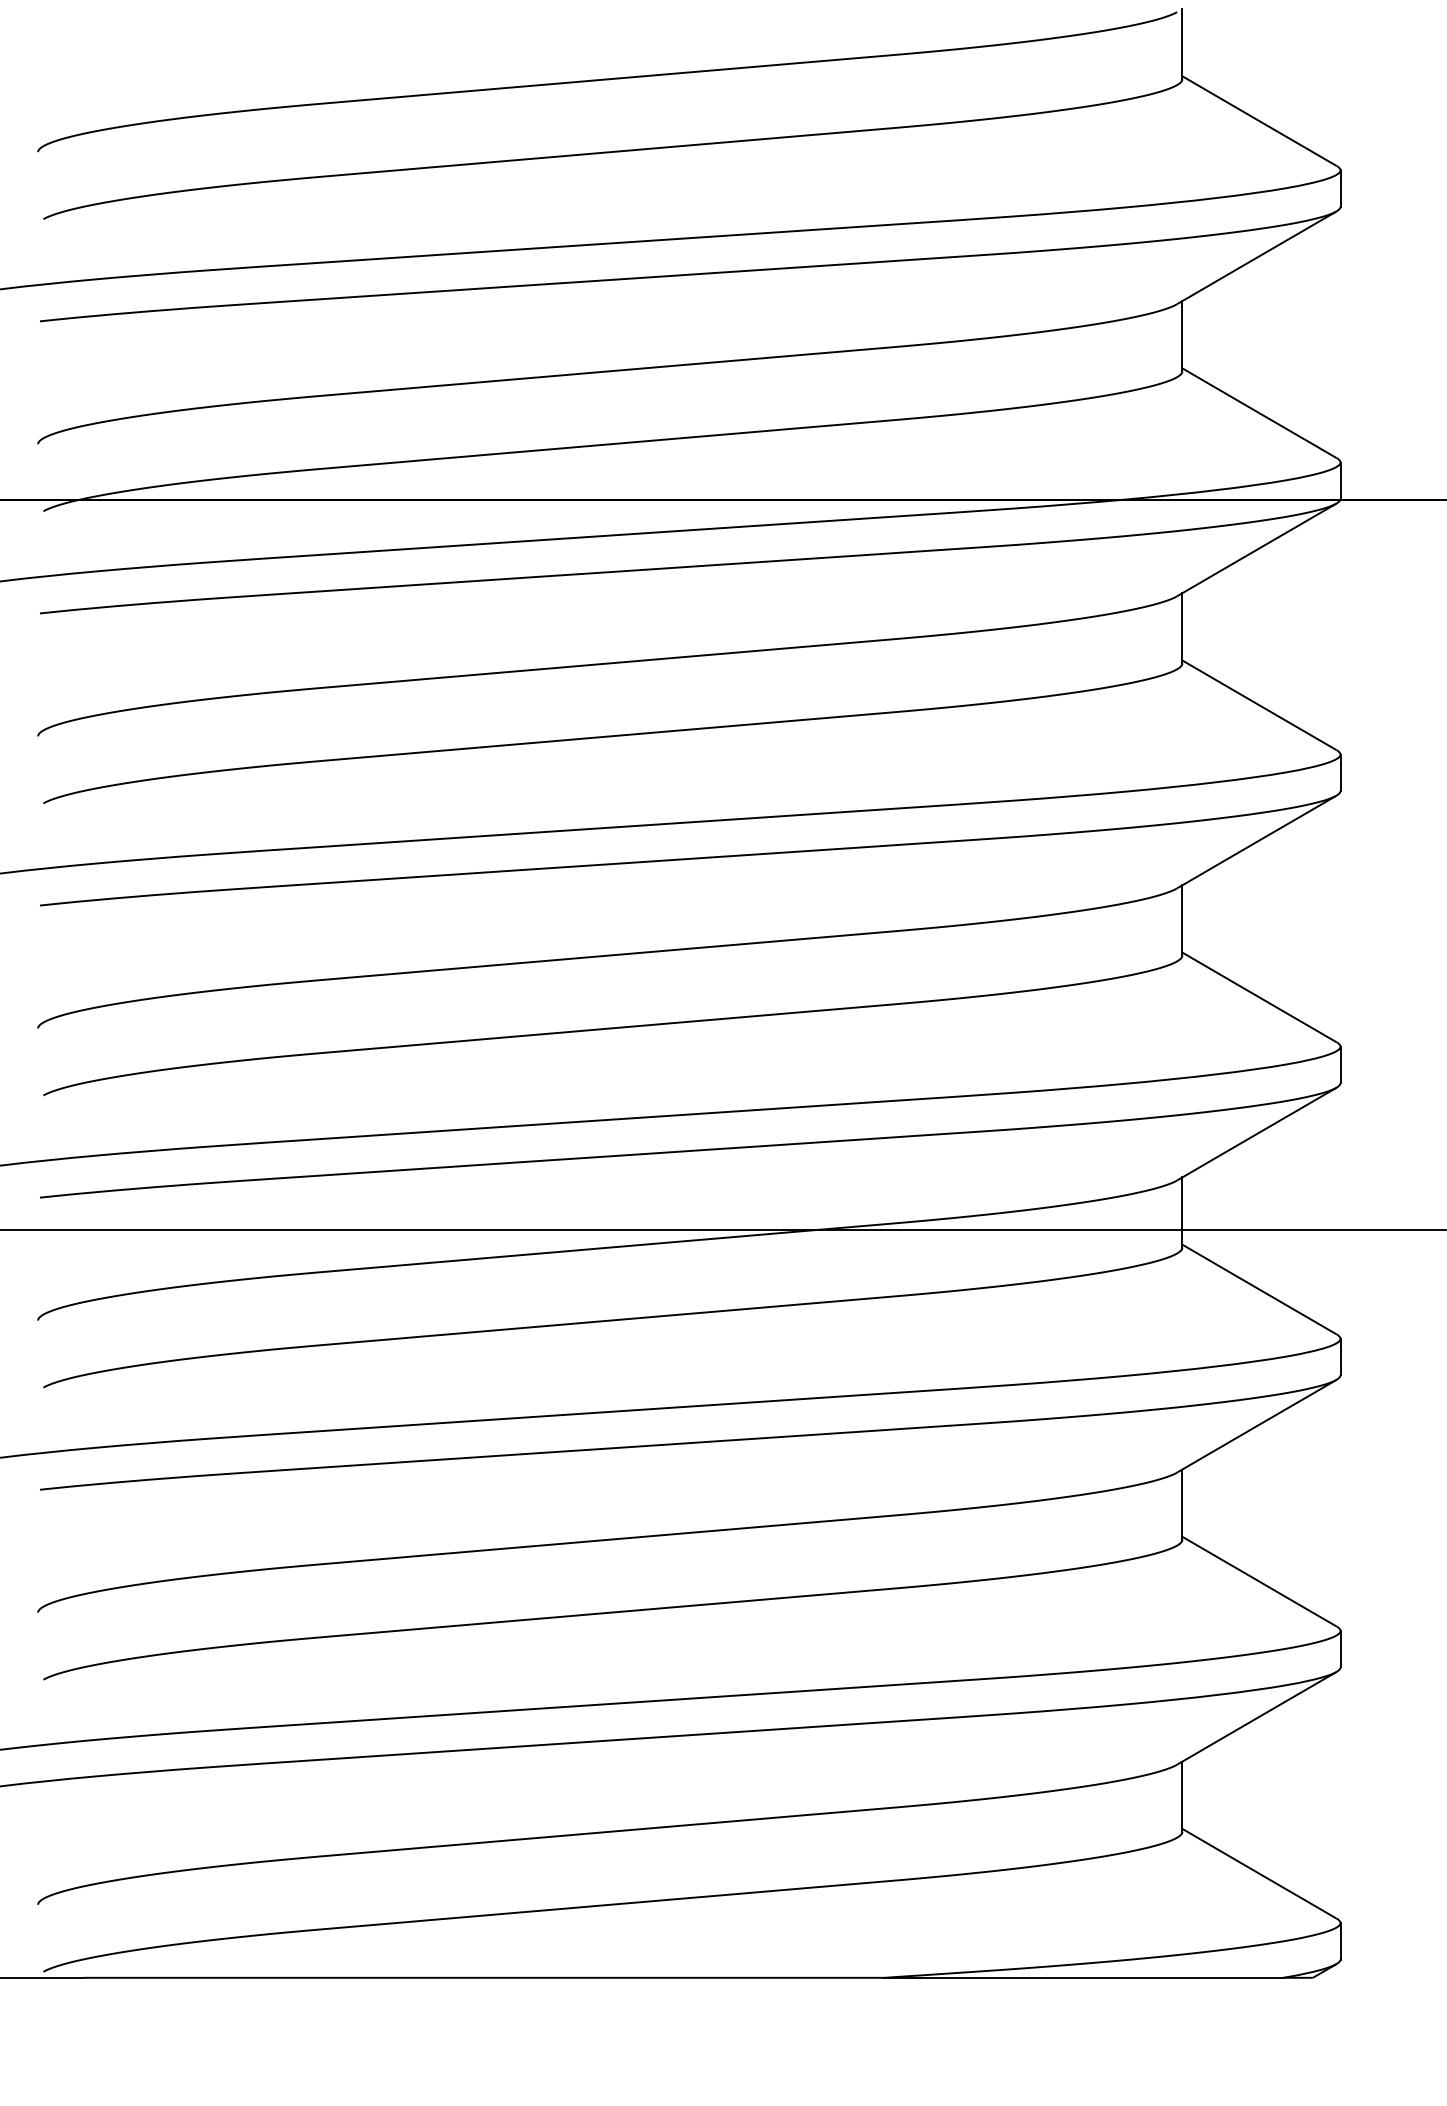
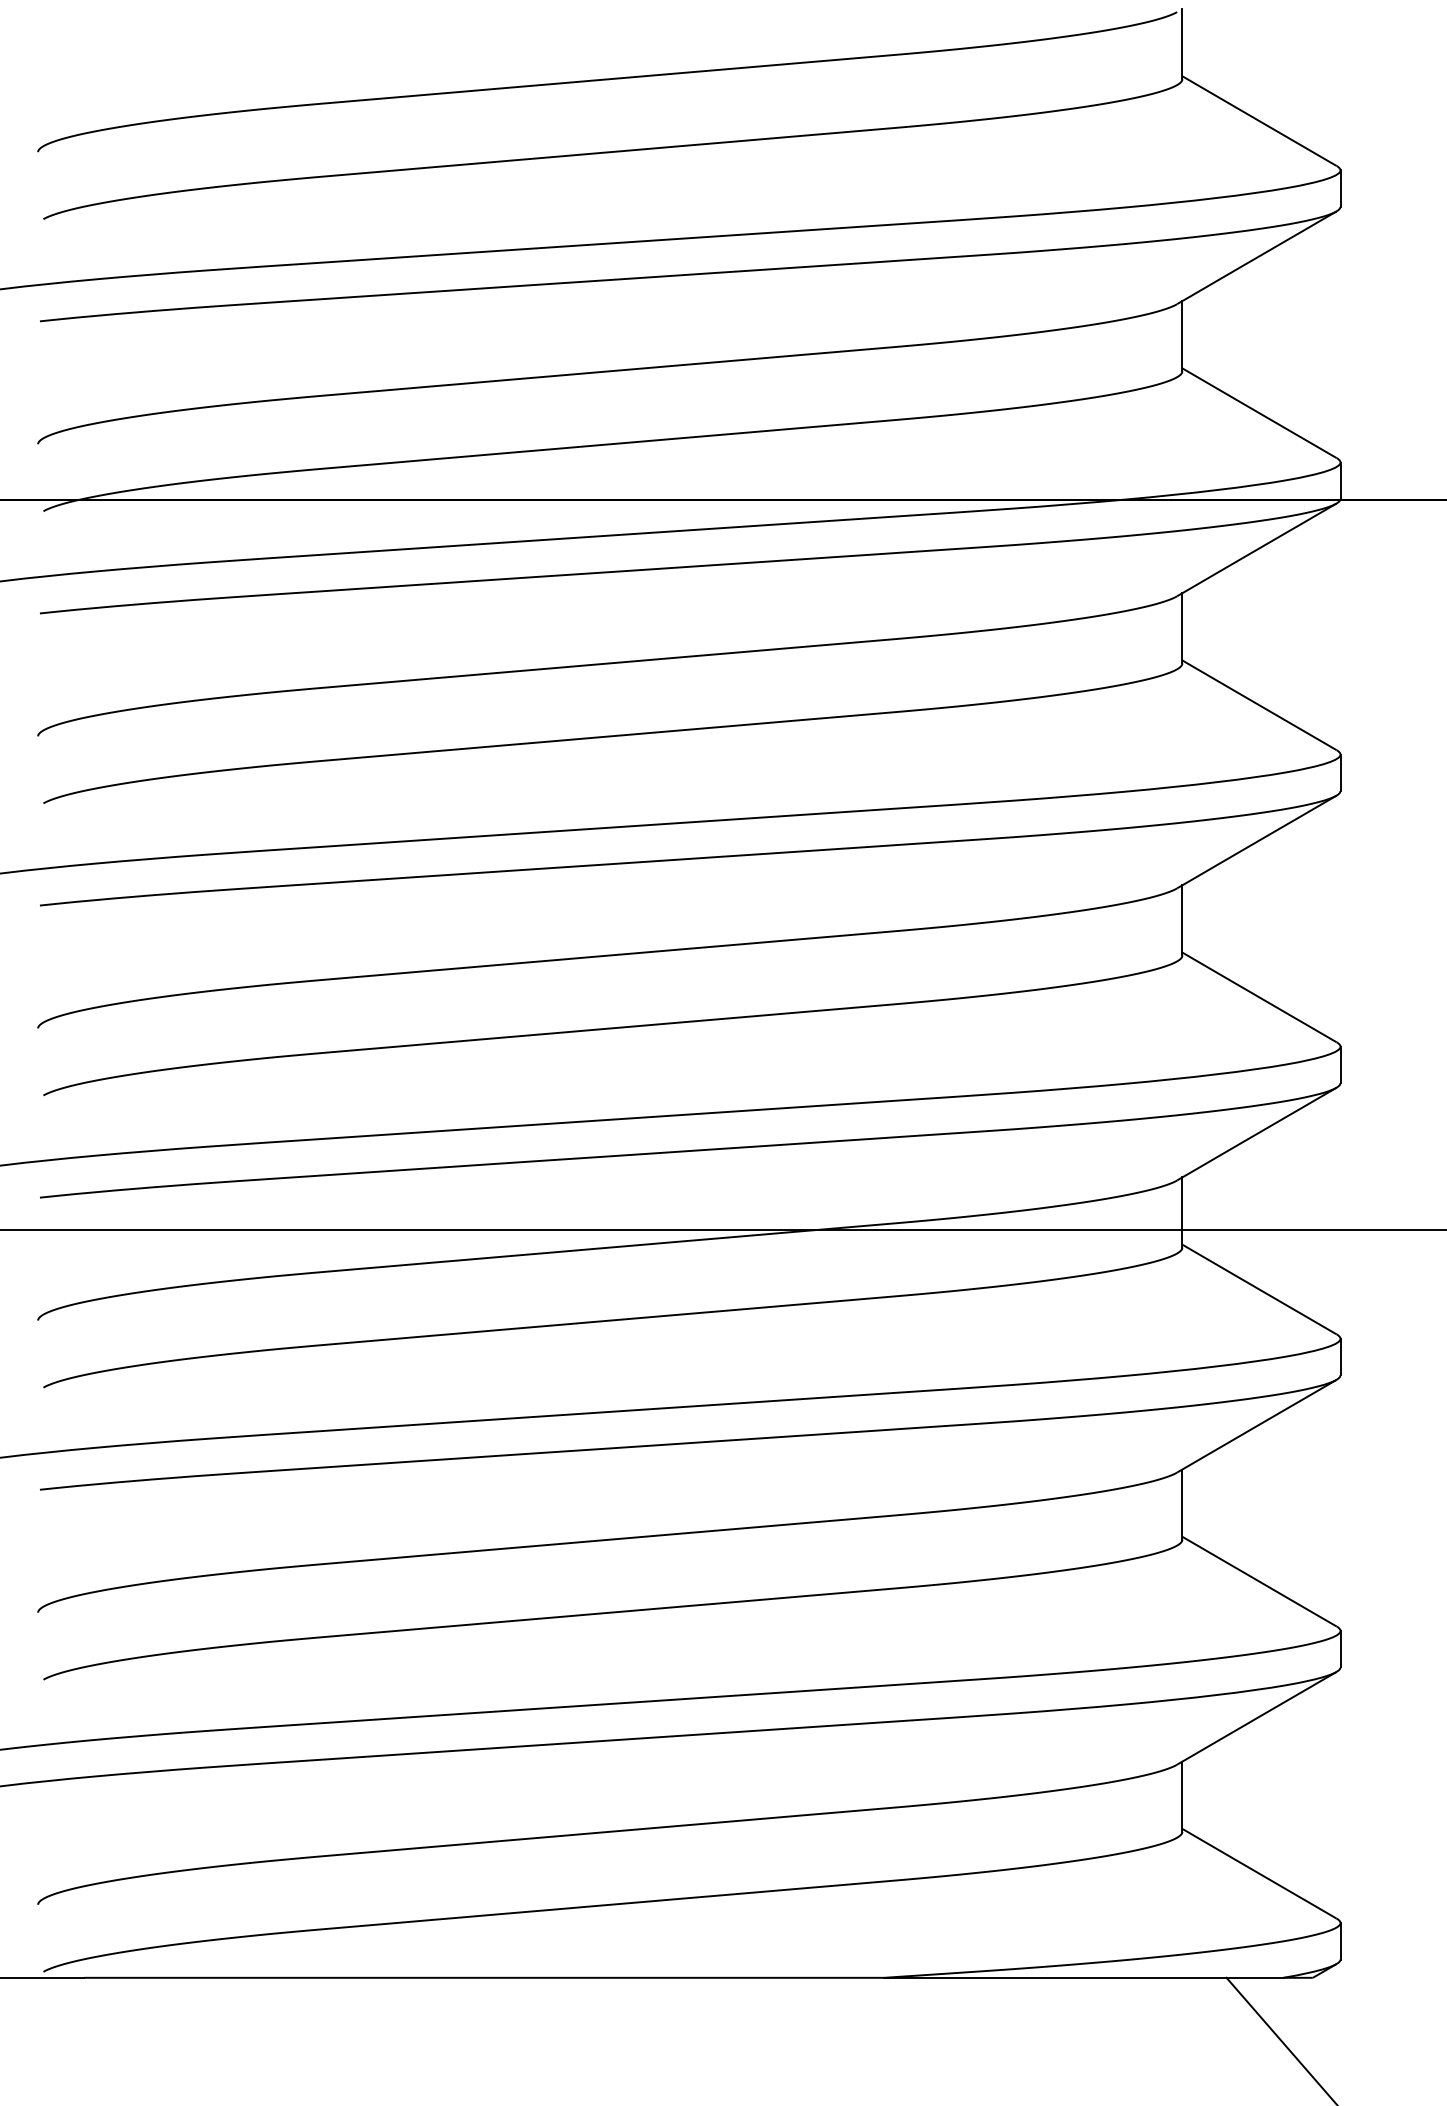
line at (1280, 2039): none -> present
